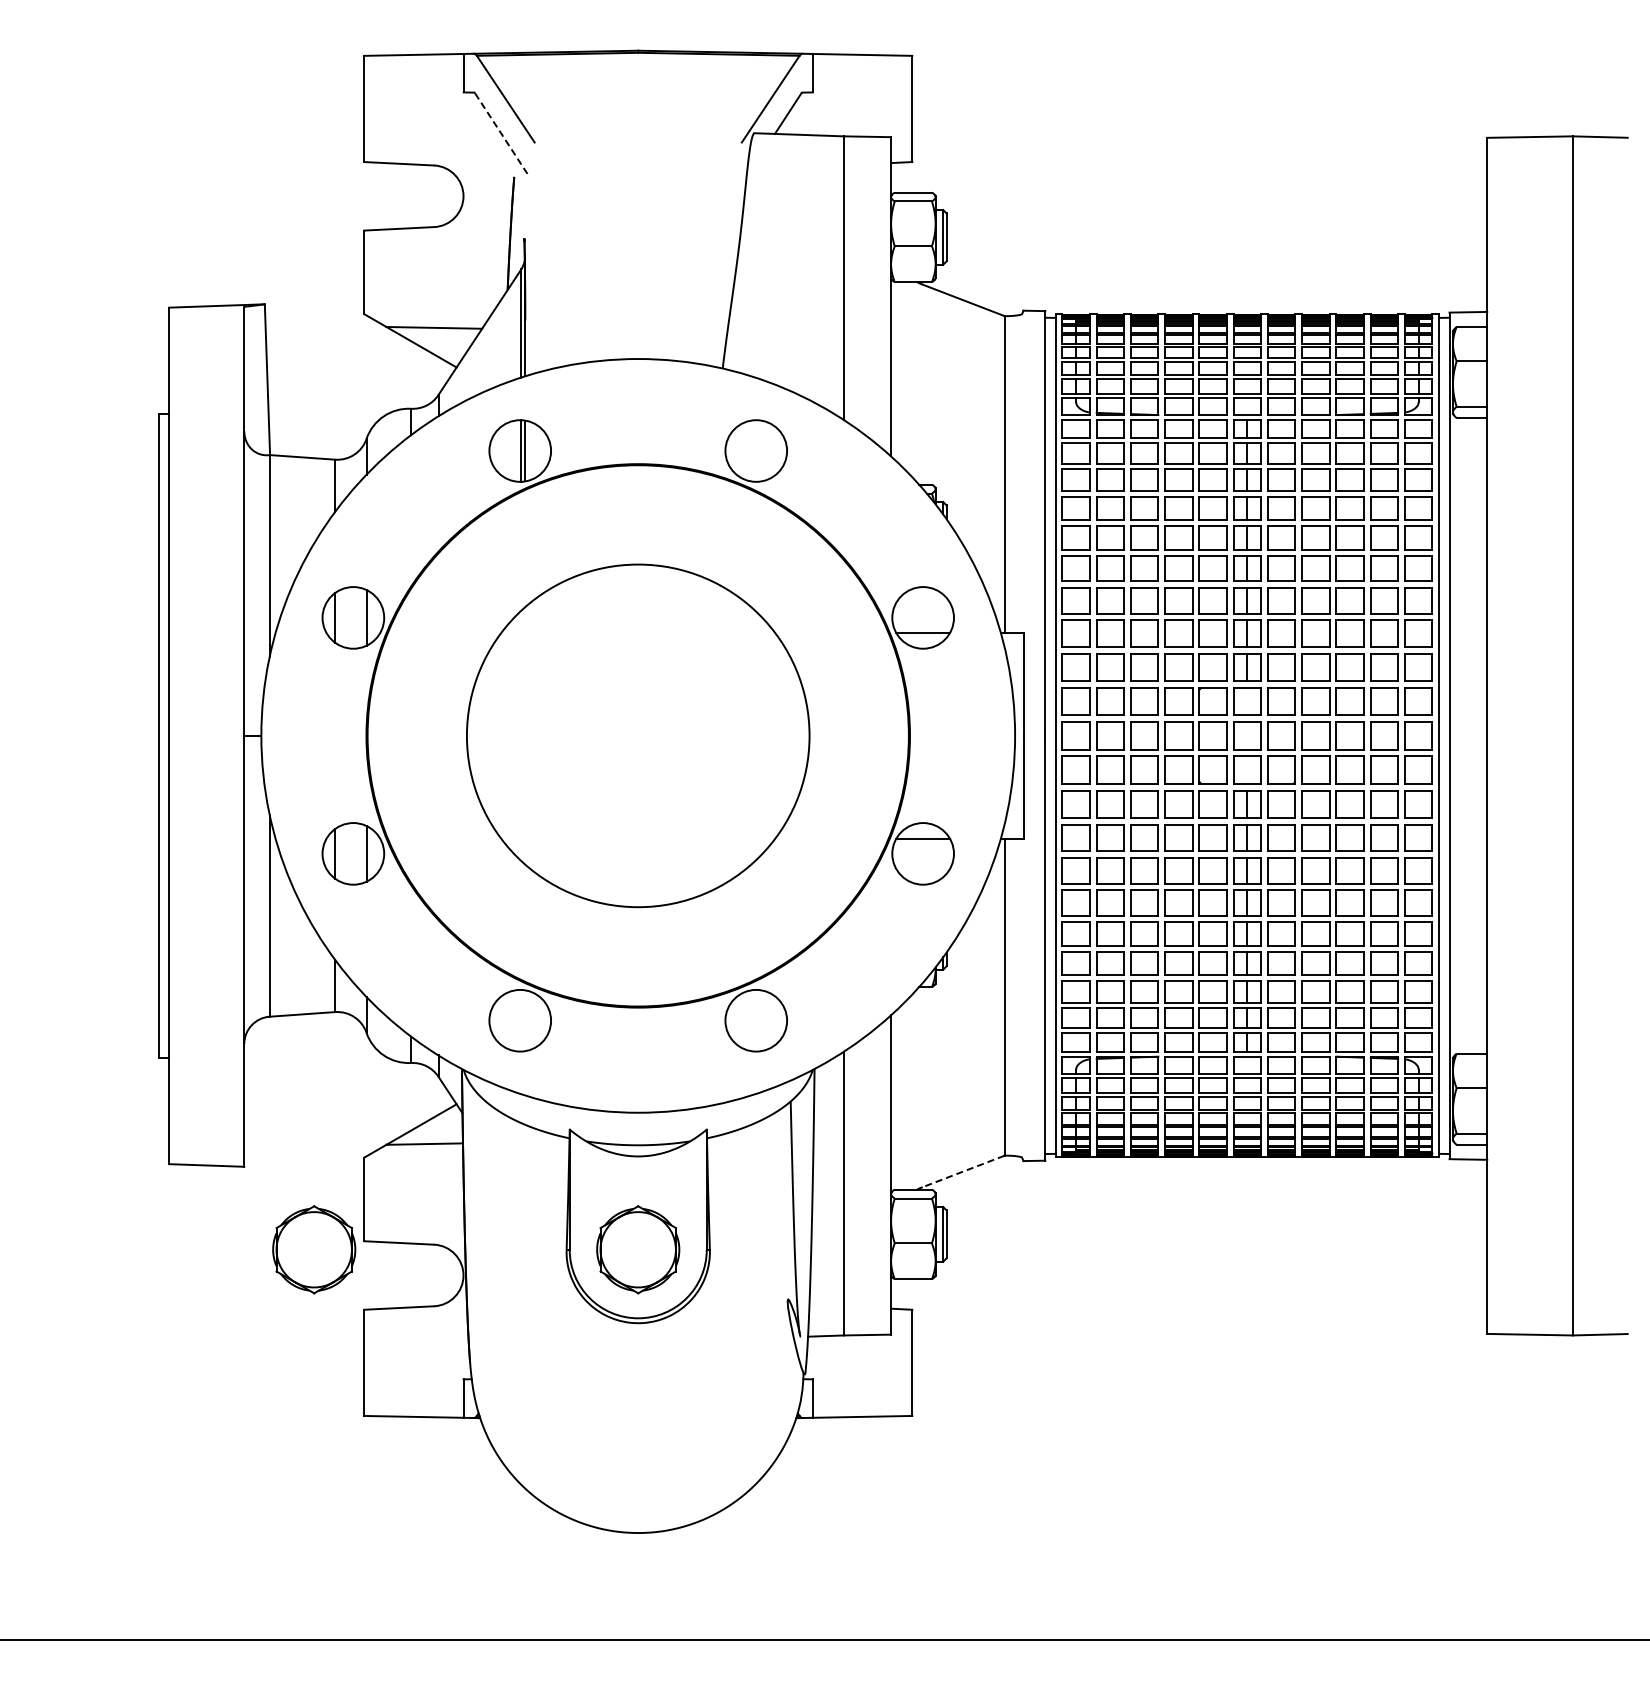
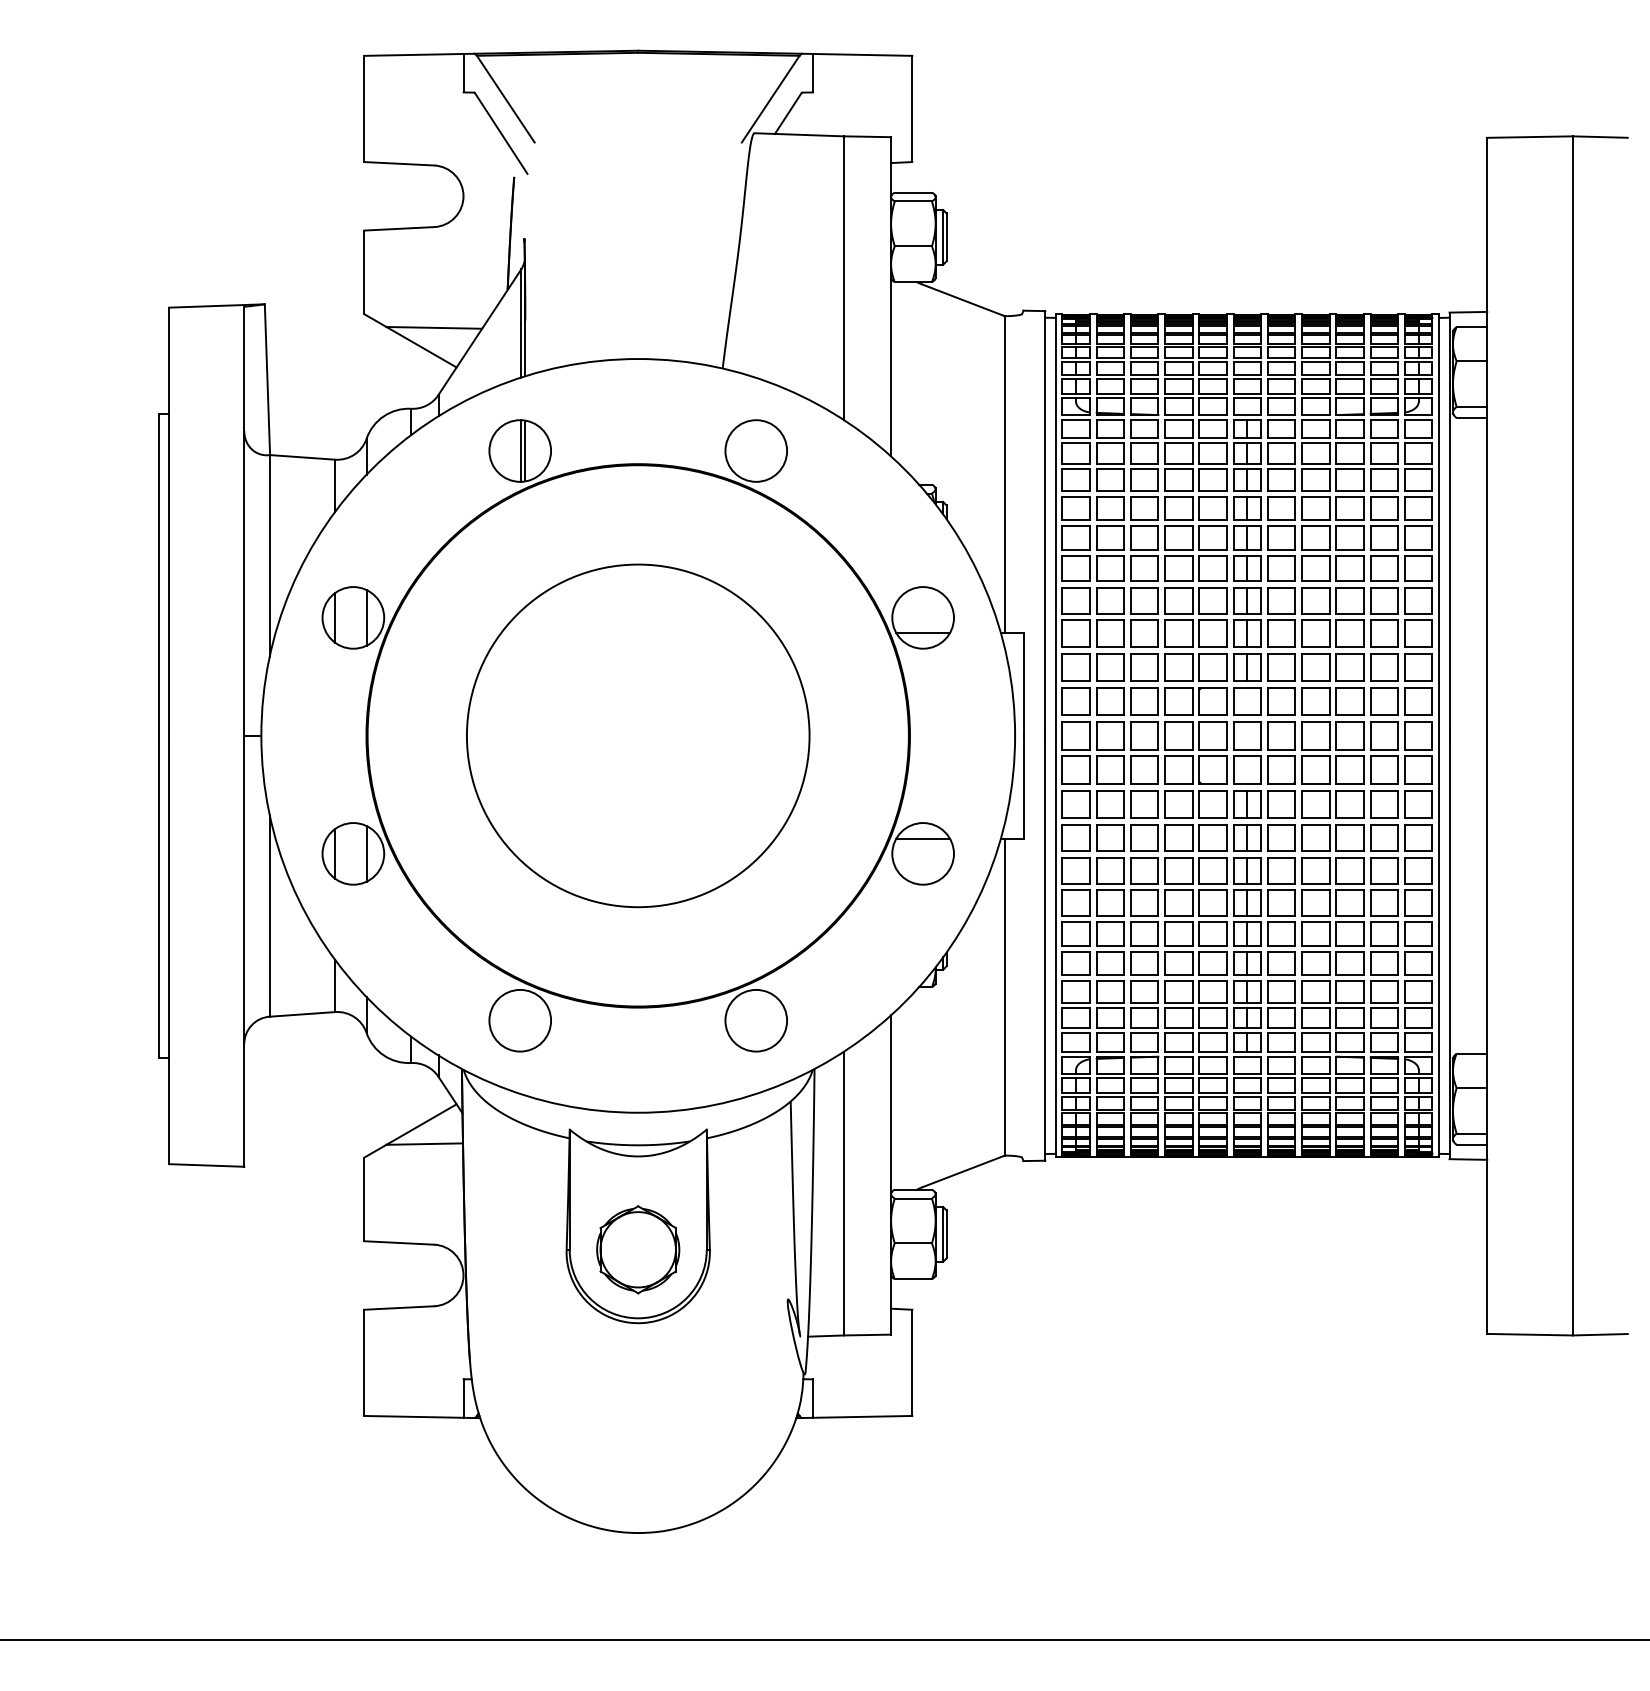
line at (501, 133): dashed -> solid
line at (963, 1171): dashed -> solid
part at (314, 1249): present -> none
